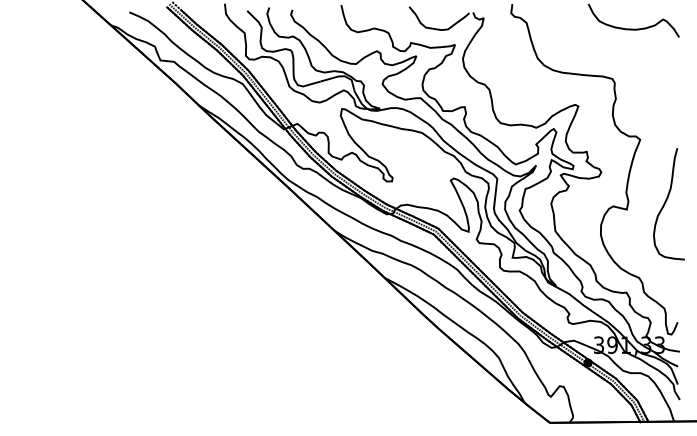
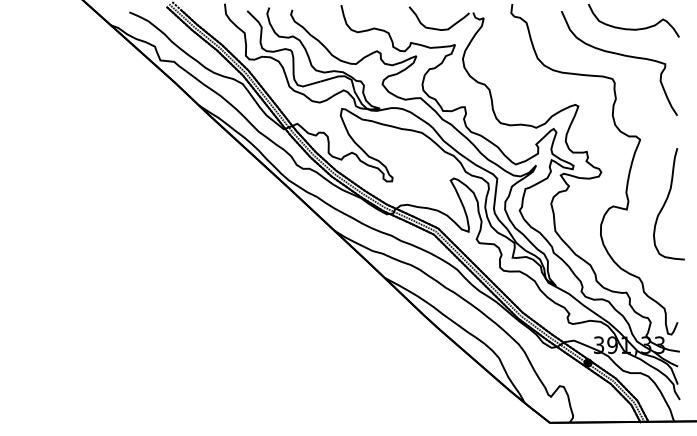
curve at (619, 55): none -> present
